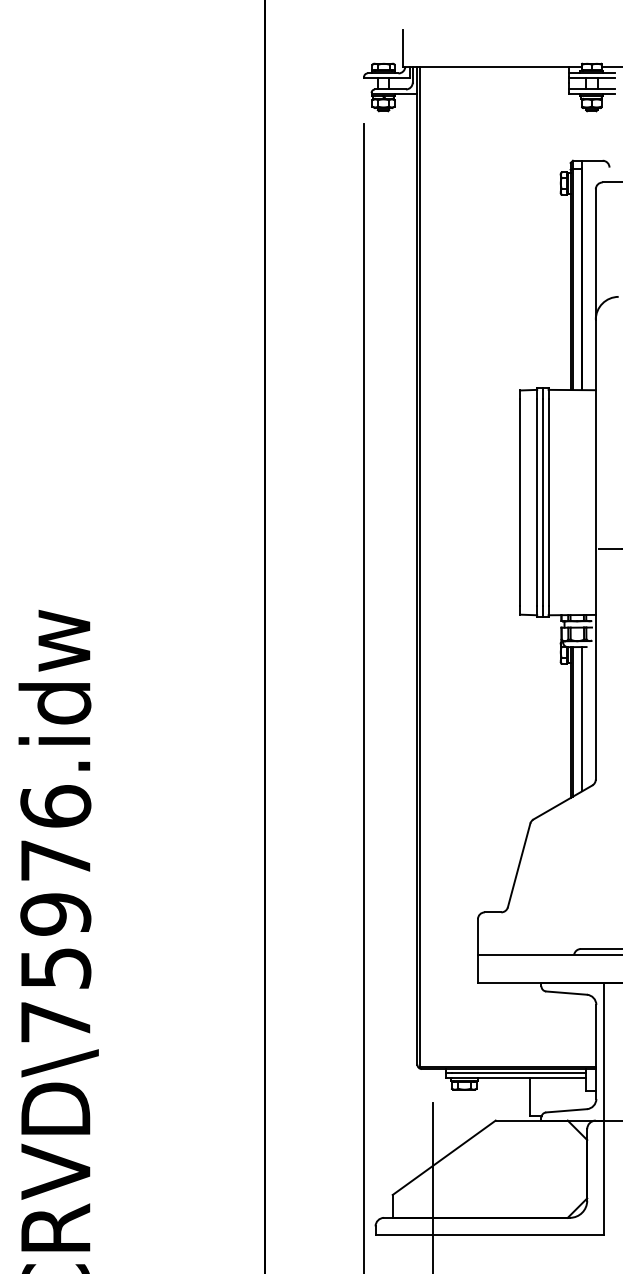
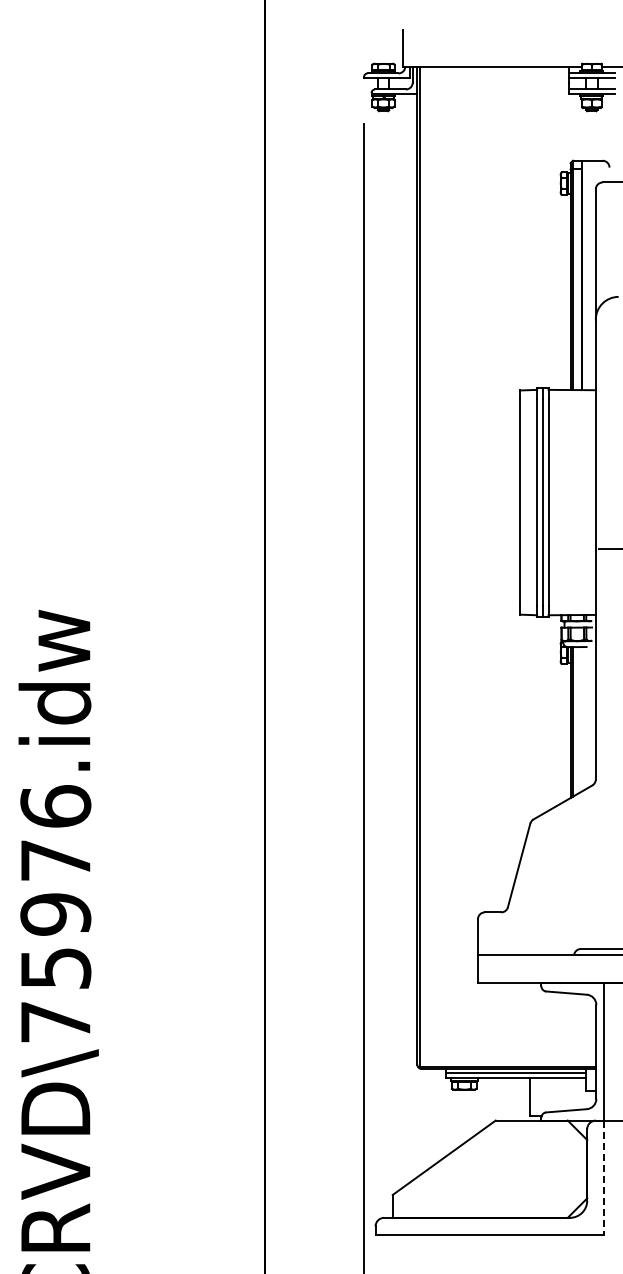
line at (582, 719): present -> none
line at (604, 1178): solid -> dashed
line at (432, 1186): present -> none
